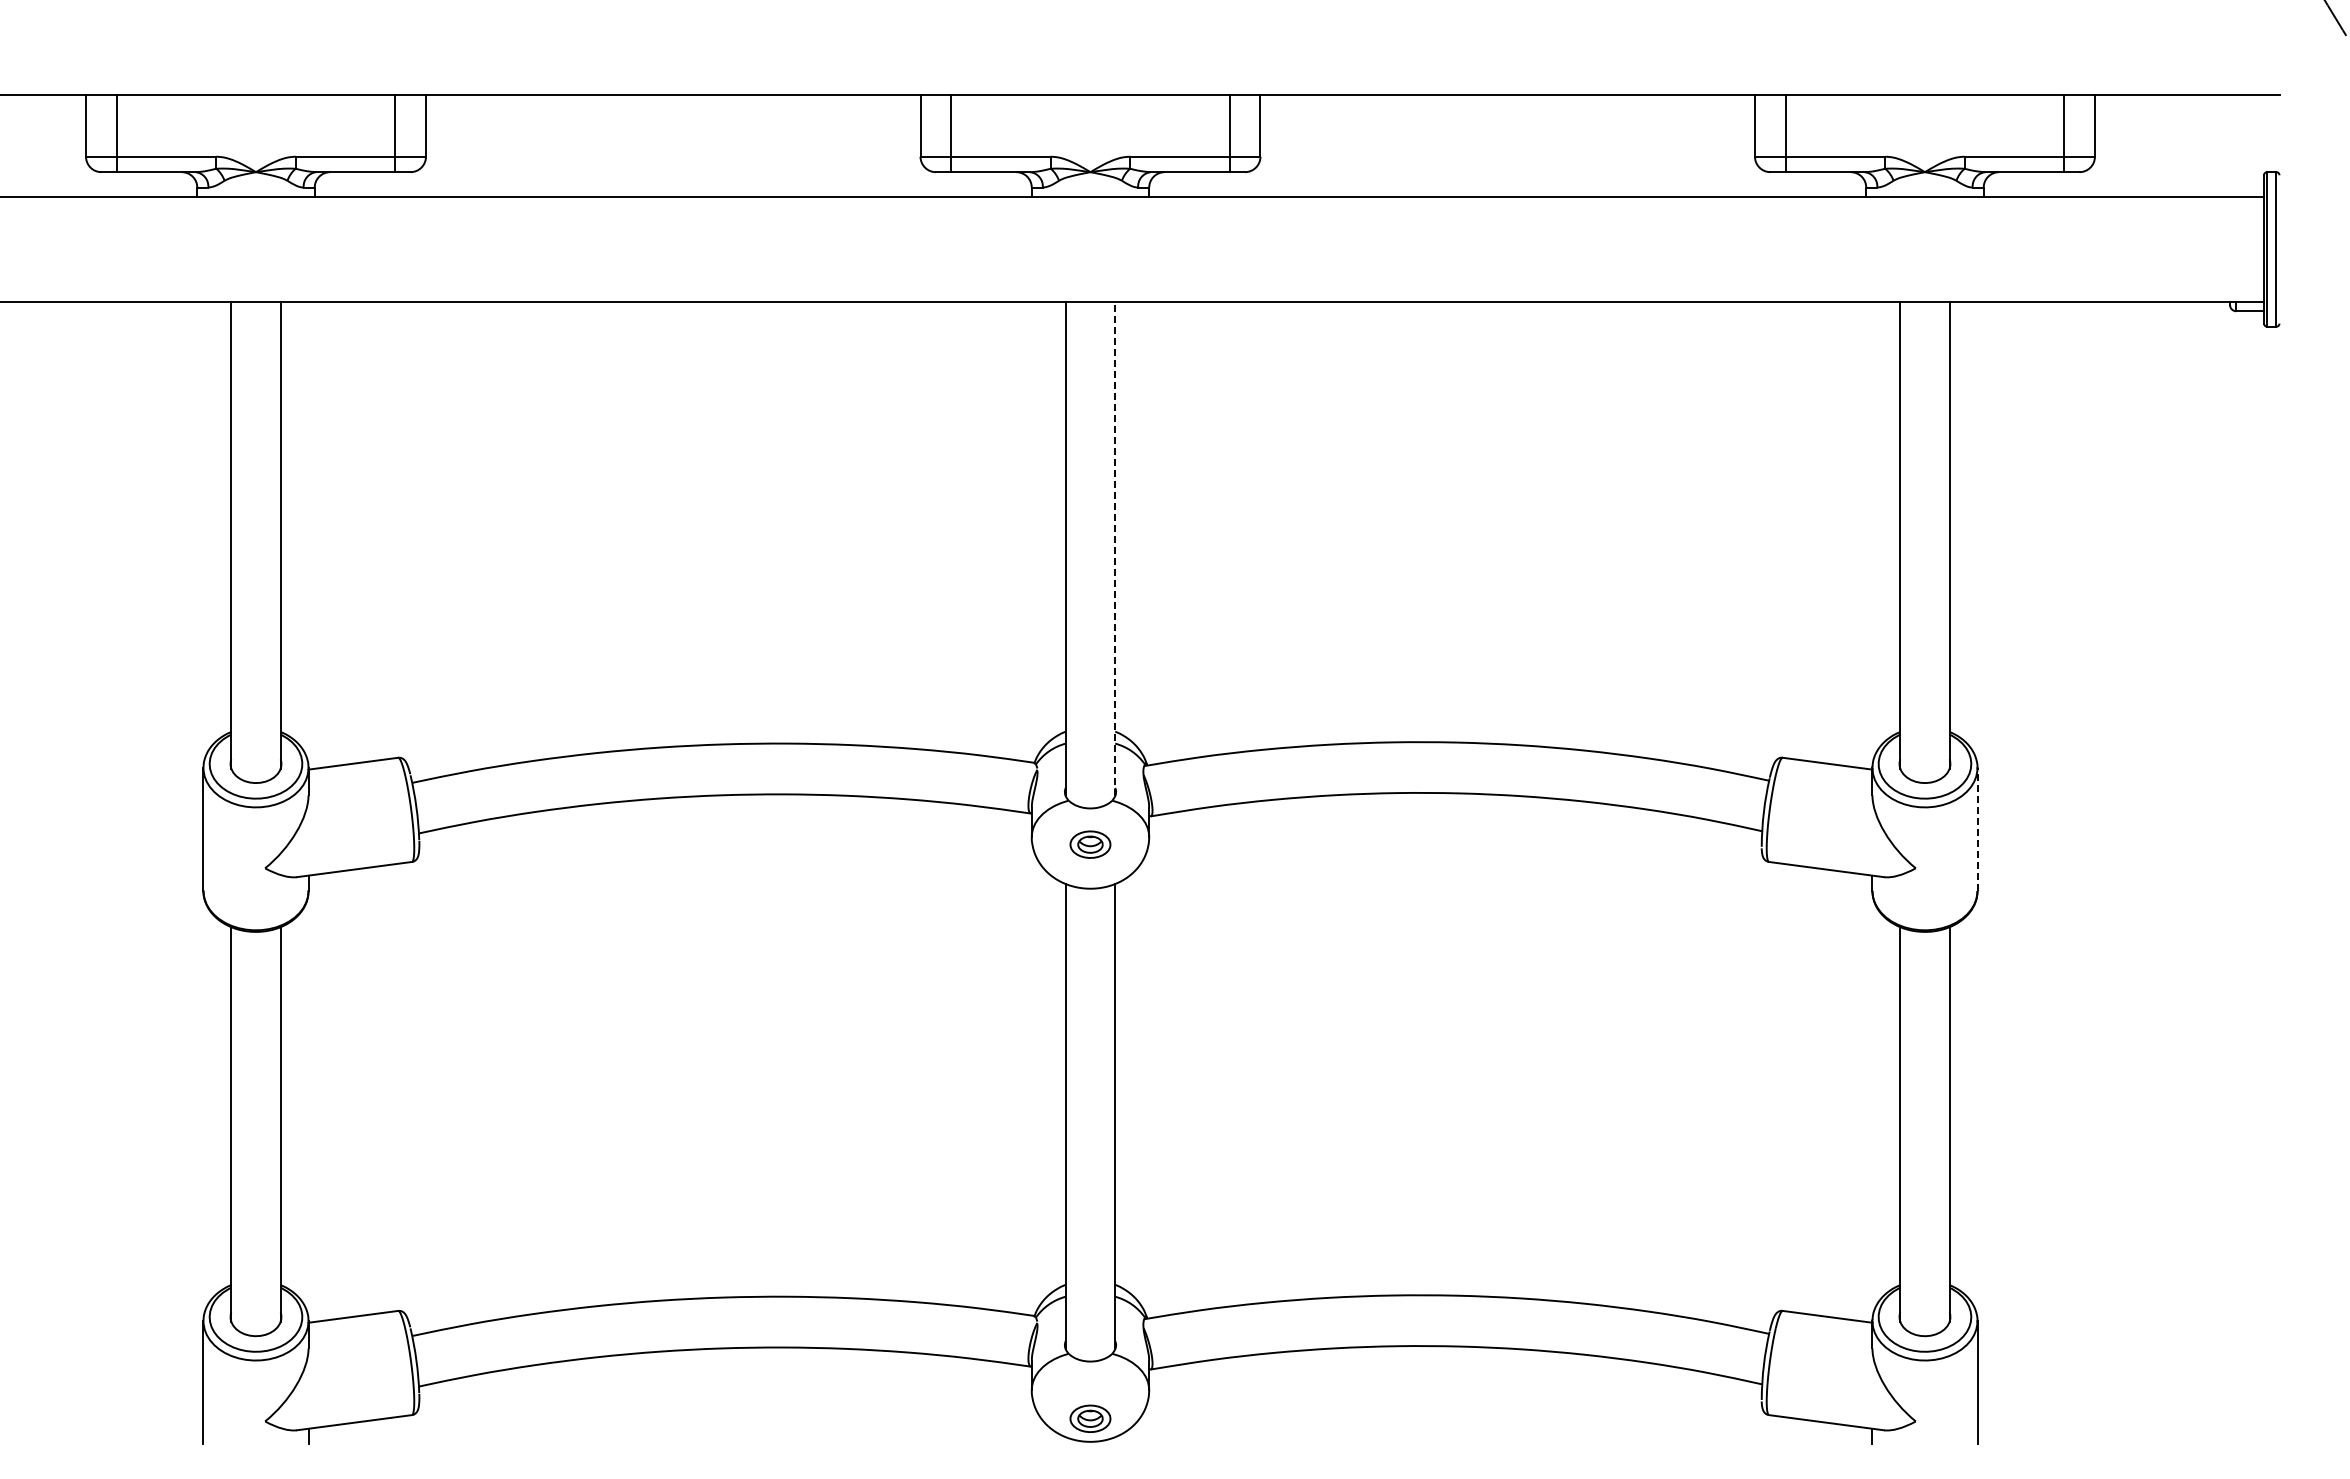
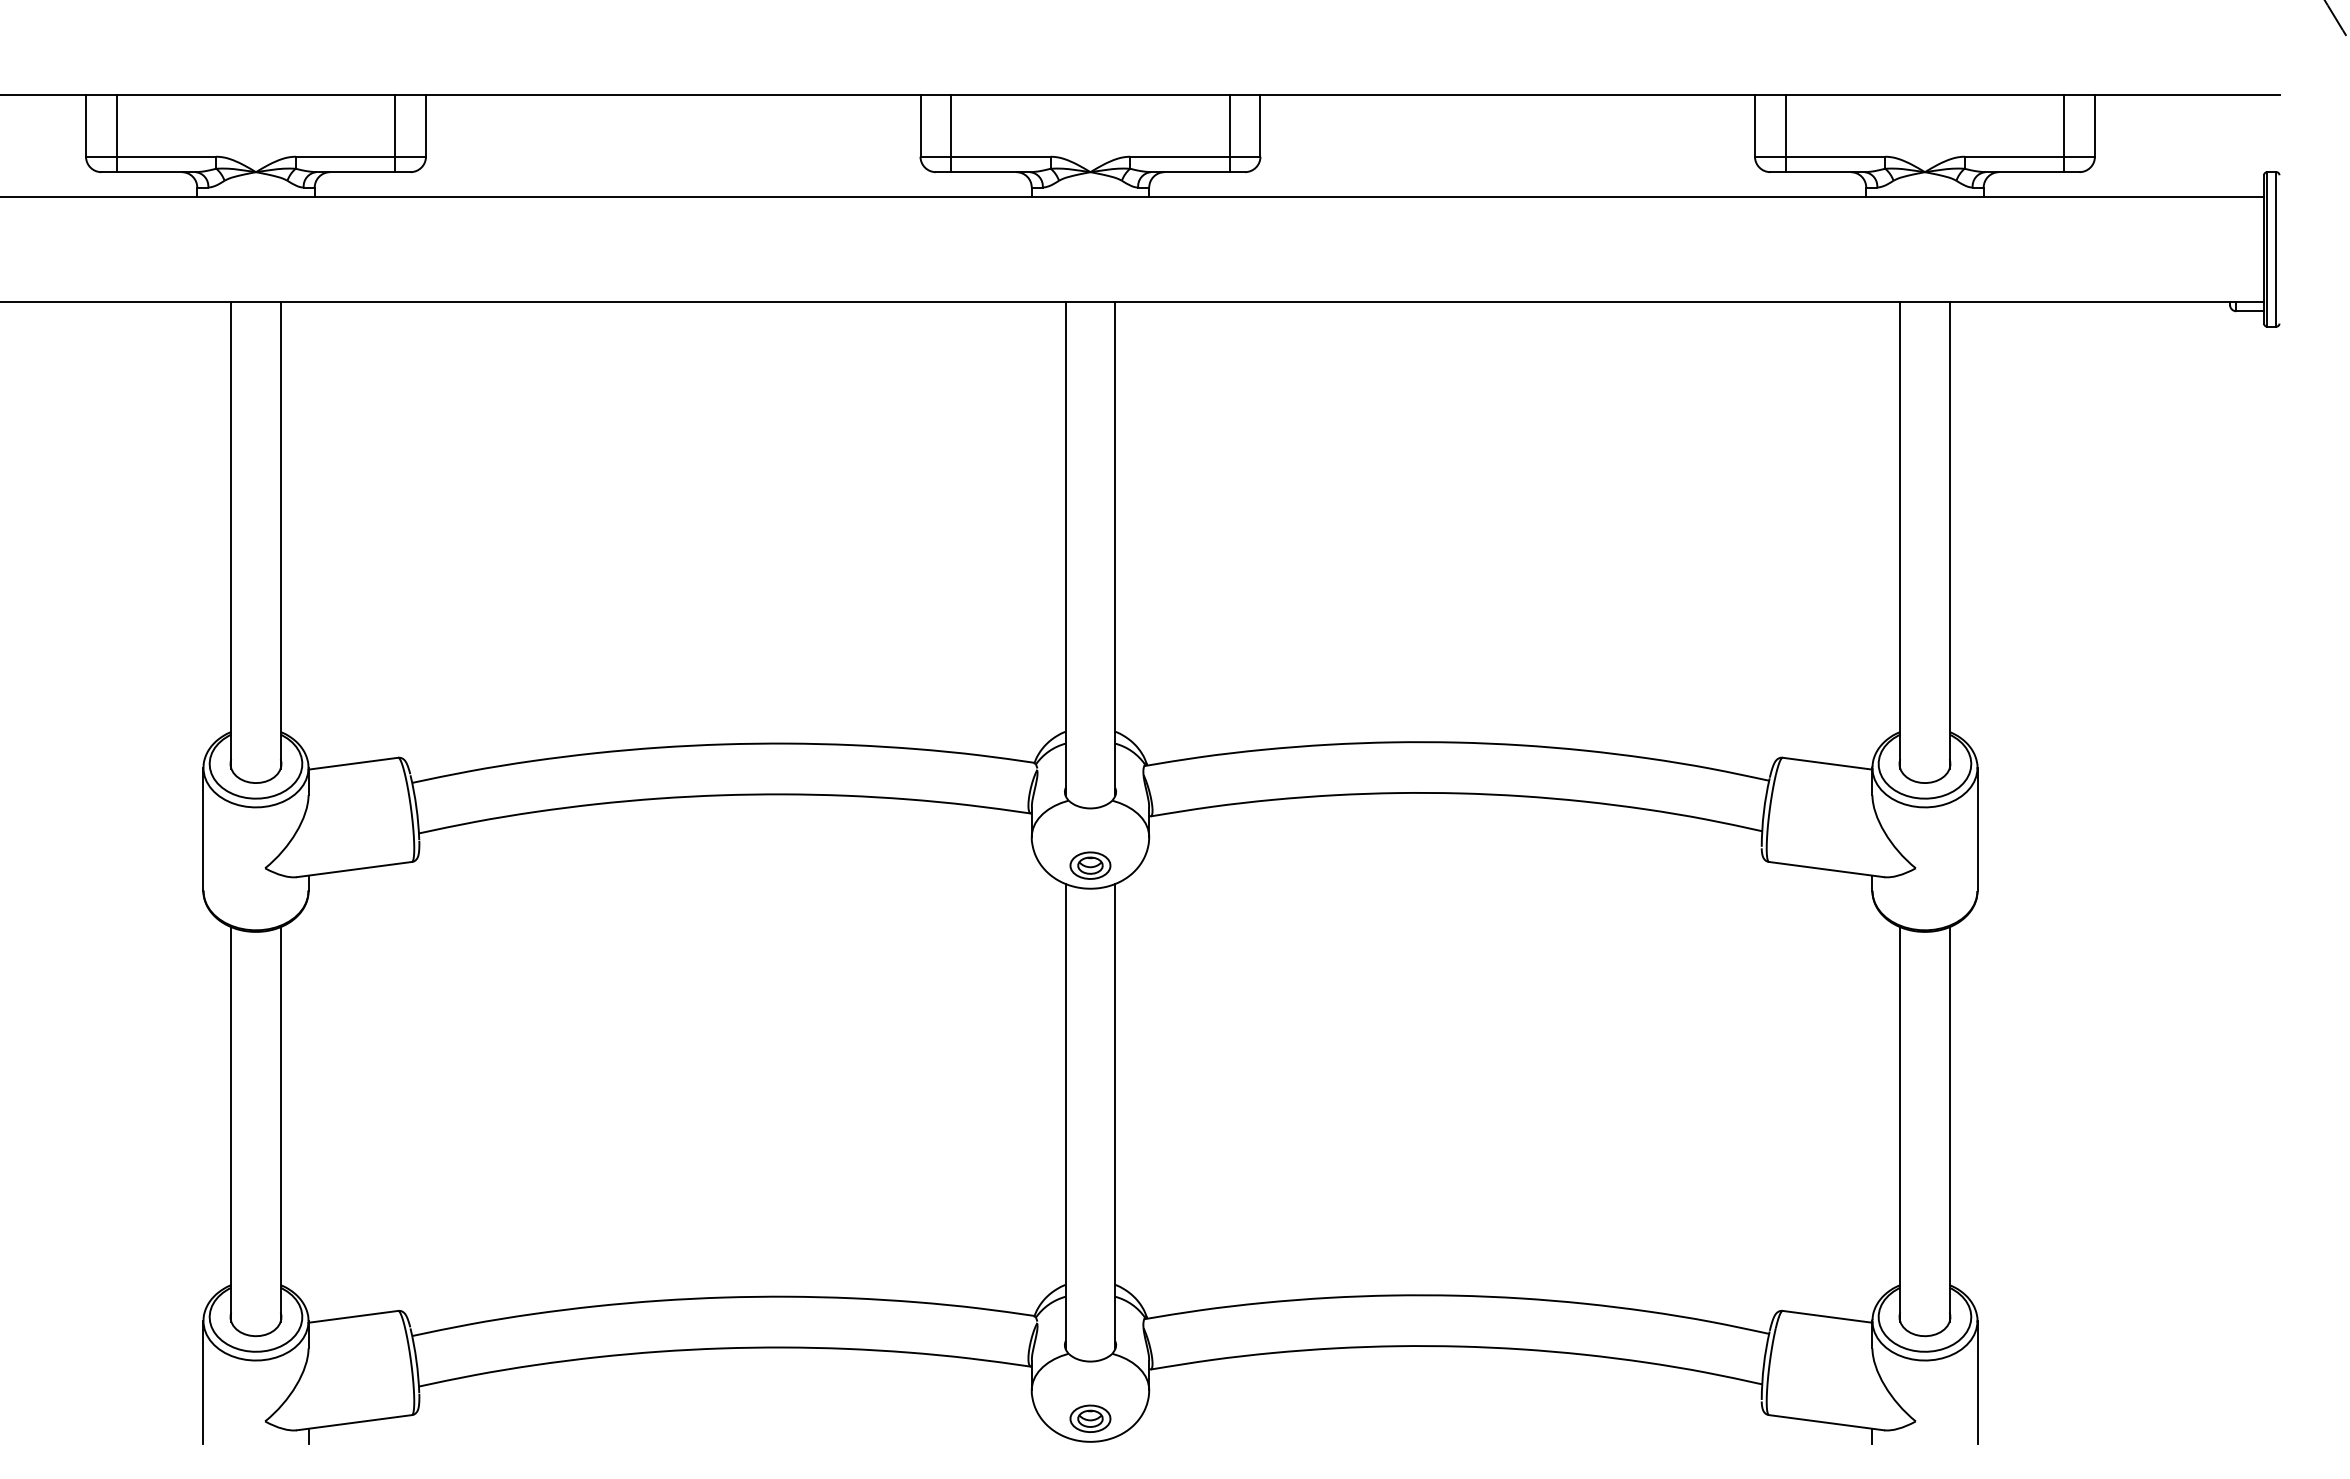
line at (1115, 548): dashed -> solid
line at (1977, 829): dashed -> solid
part at (1090, 844) position: (1090, 844) -> (1090, 865)
